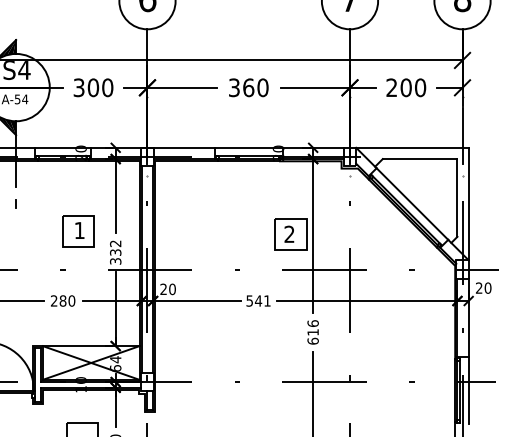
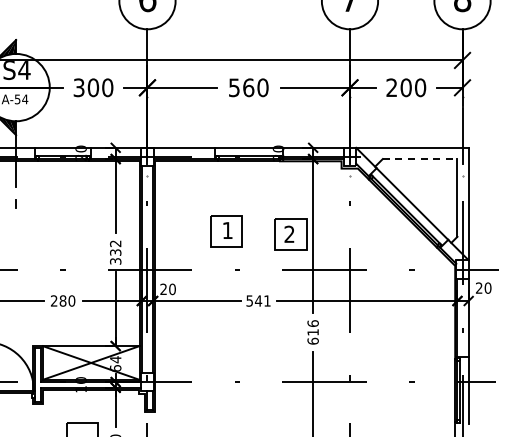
text at (234, 87): 360 -> 560
line at (420, 159): solid -> dashed
part at (78, 231) position: (78, 231) -> (226, 231)
